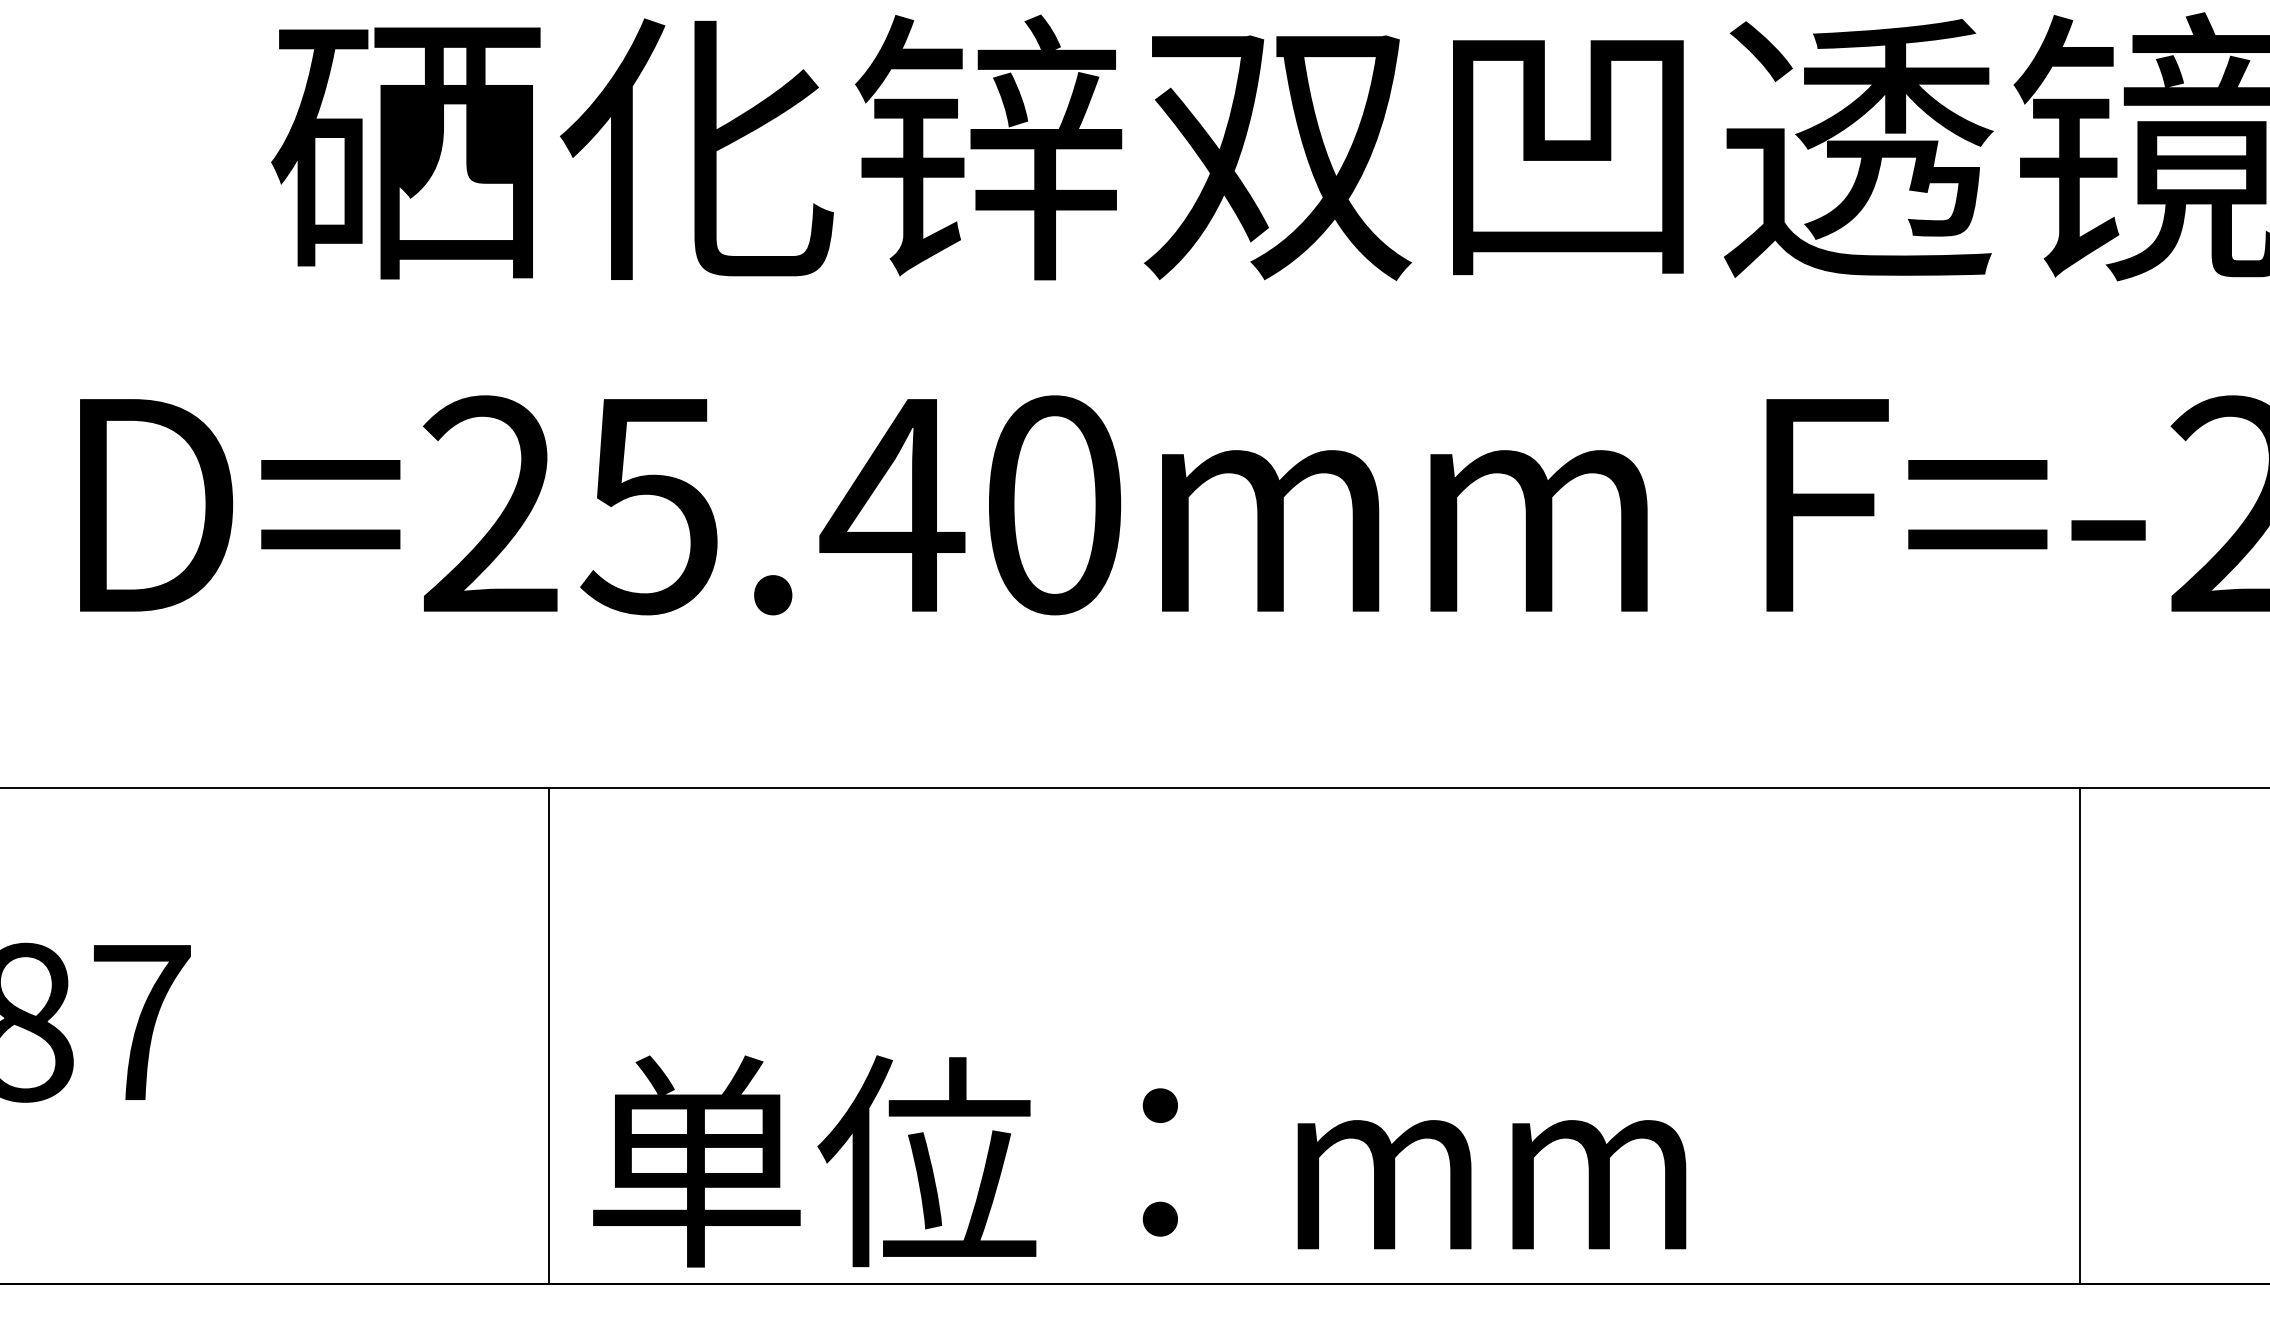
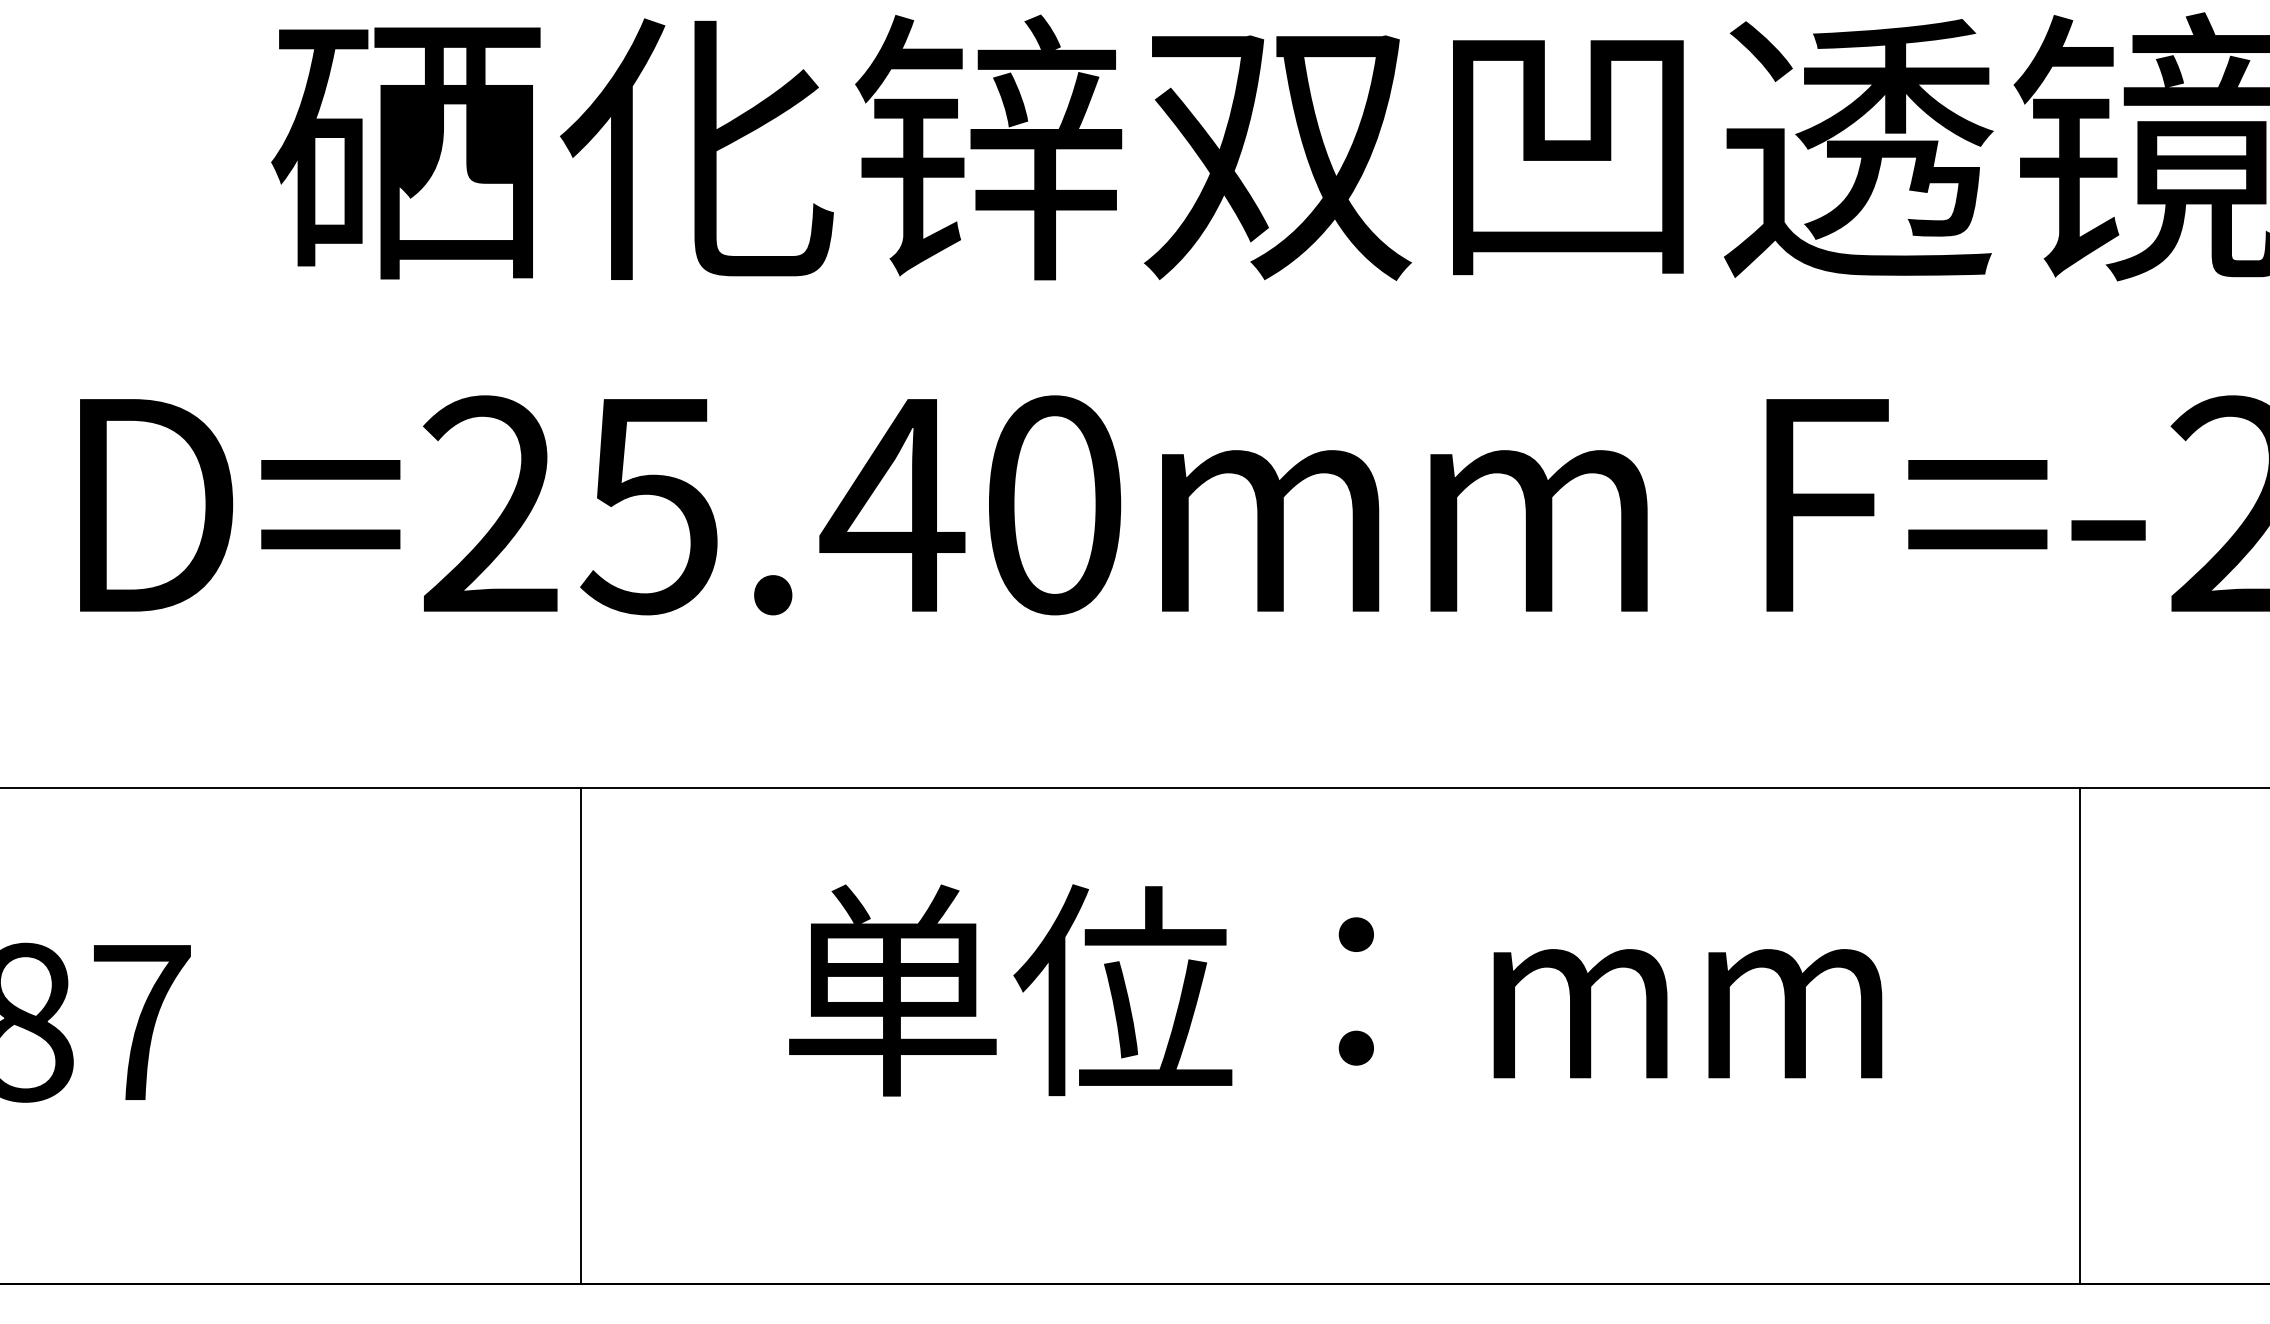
line at (549, 1035) position: (549, 1035) -> (581, 1035)
text at (1139, 1161) position: (1139, 1161) -> (1335, 990)
